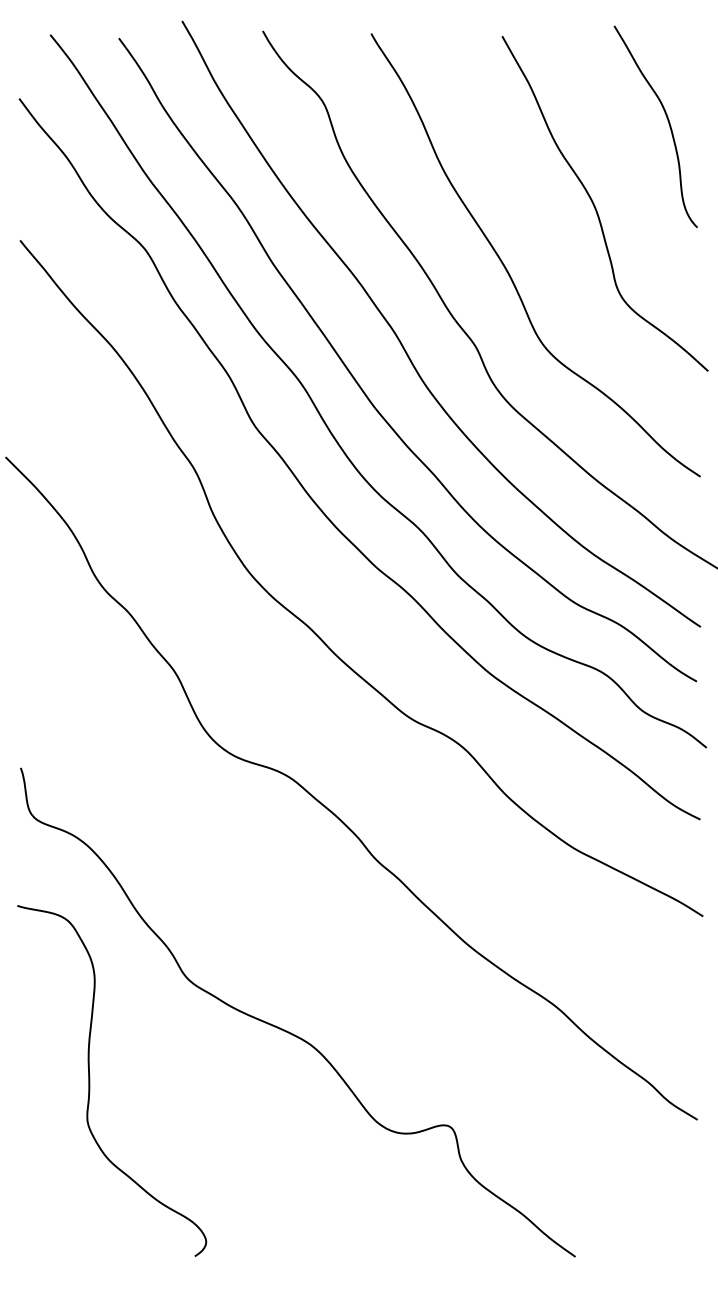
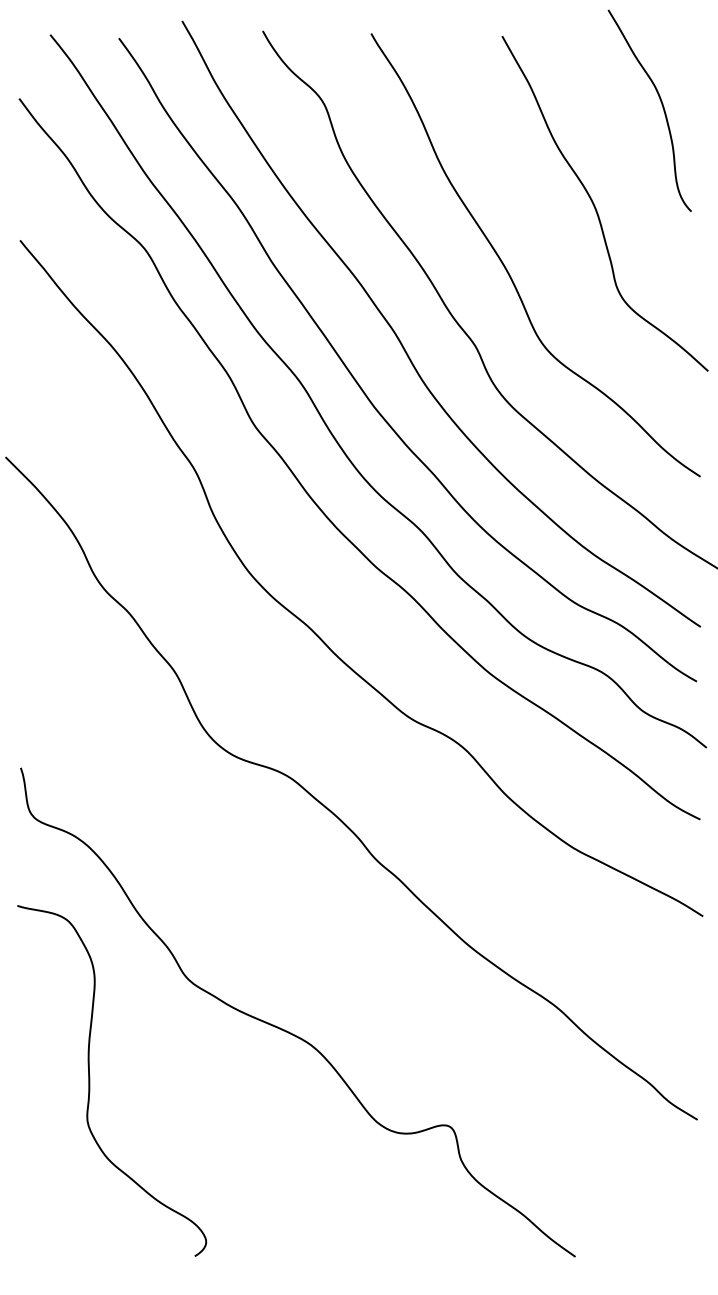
curve at (667, 121) position: (667, 121) -> (661, 105)
